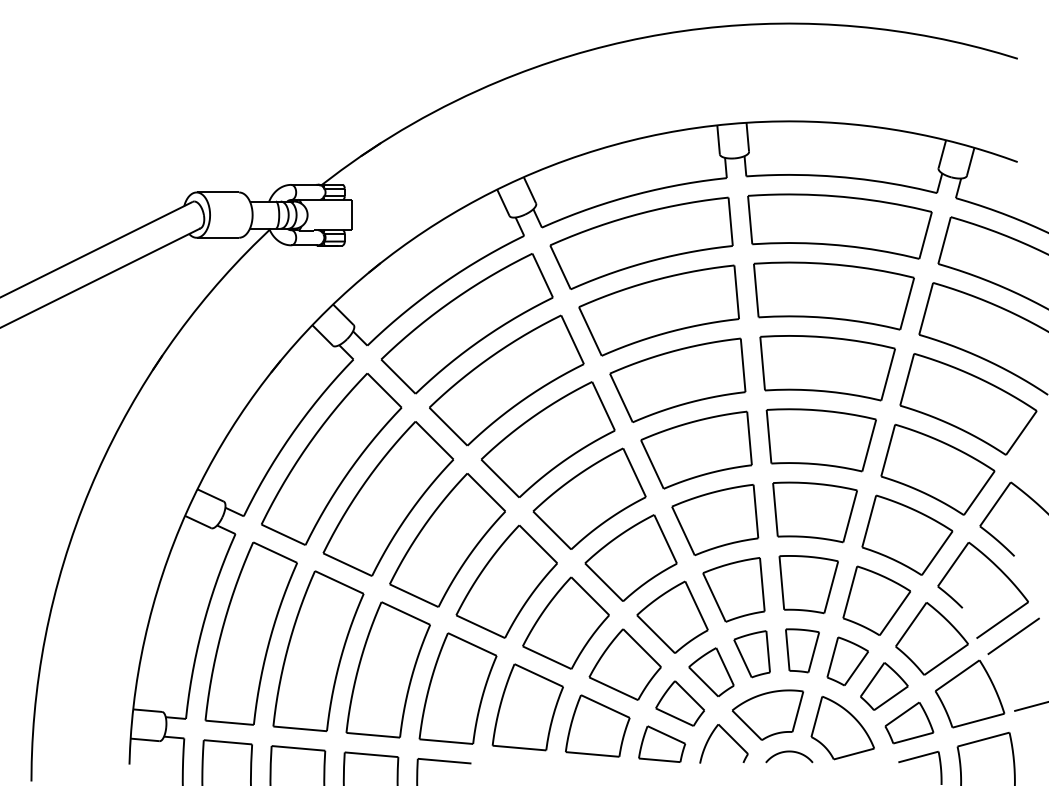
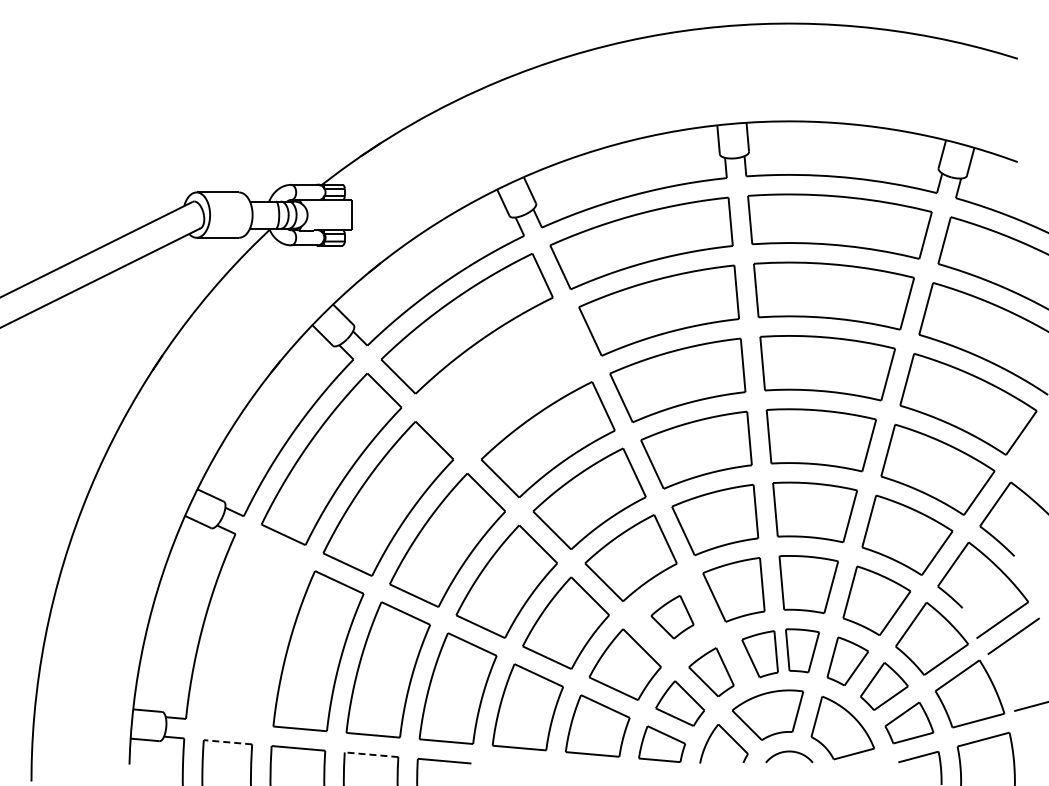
part at (506, 380): present -> none
part at (672, 616) size: 73x74 px -> 45x45 px
part at (250, 633): present -> none
part at (751, 654) position: (751, 654) -> (759, 654)
line at (227, 742): solid -> dashed
line at (371, 754): solid -> dashed
